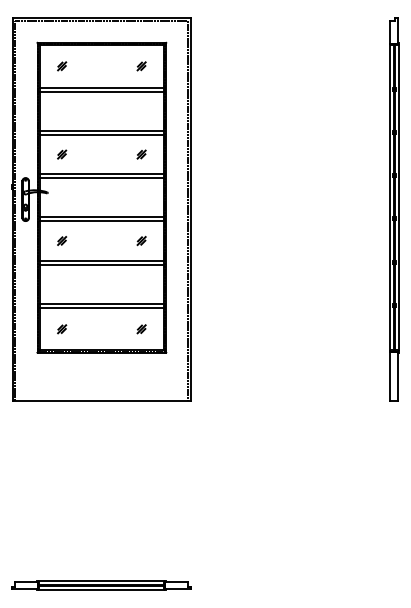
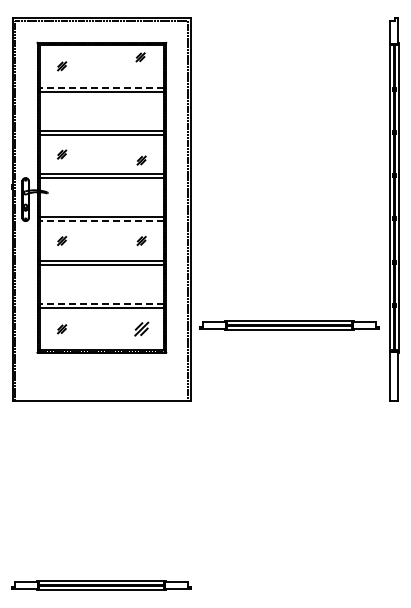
part at (141, 66) position: (141, 66) -> (140, 57)
line at (101, 87): solid -> dashed
part at (141, 154) position: (141, 154) -> (141, 160)
line at (101, 221): solid -> dashed
line at (101, 303): solid -> dashed
part at (289, 325): none -> present
part at (141, 329) size: 11x11 px -> 16x16 px
